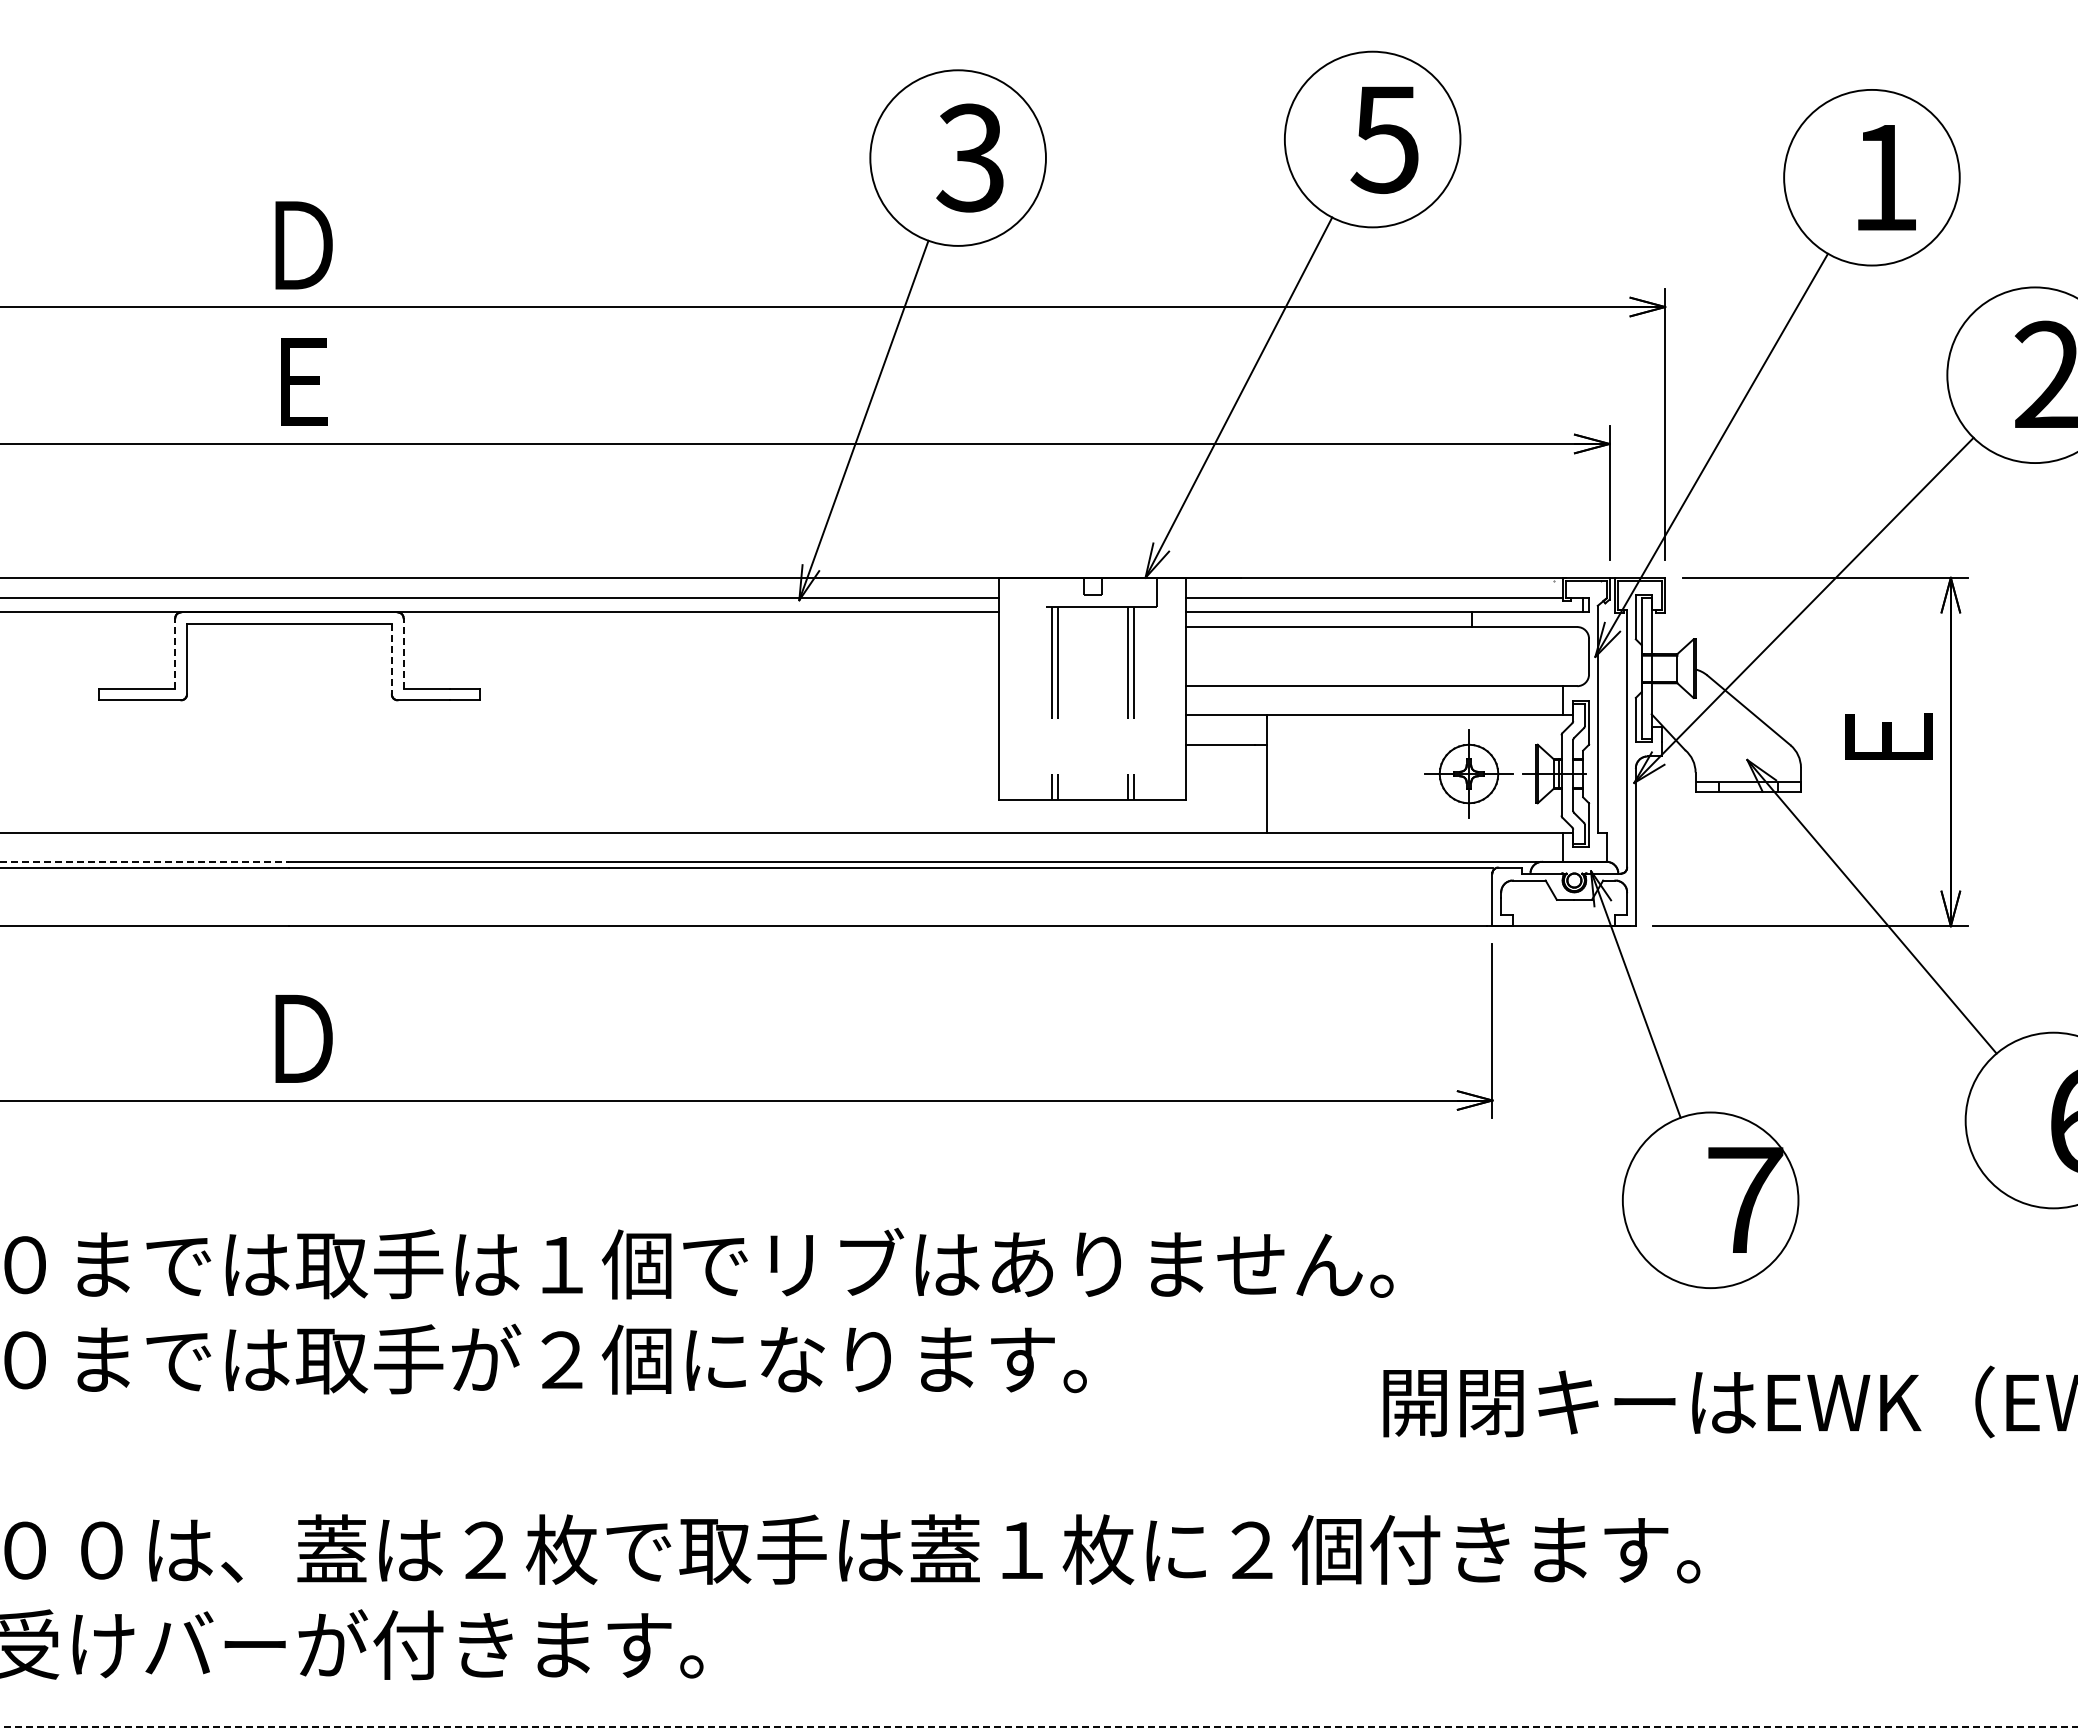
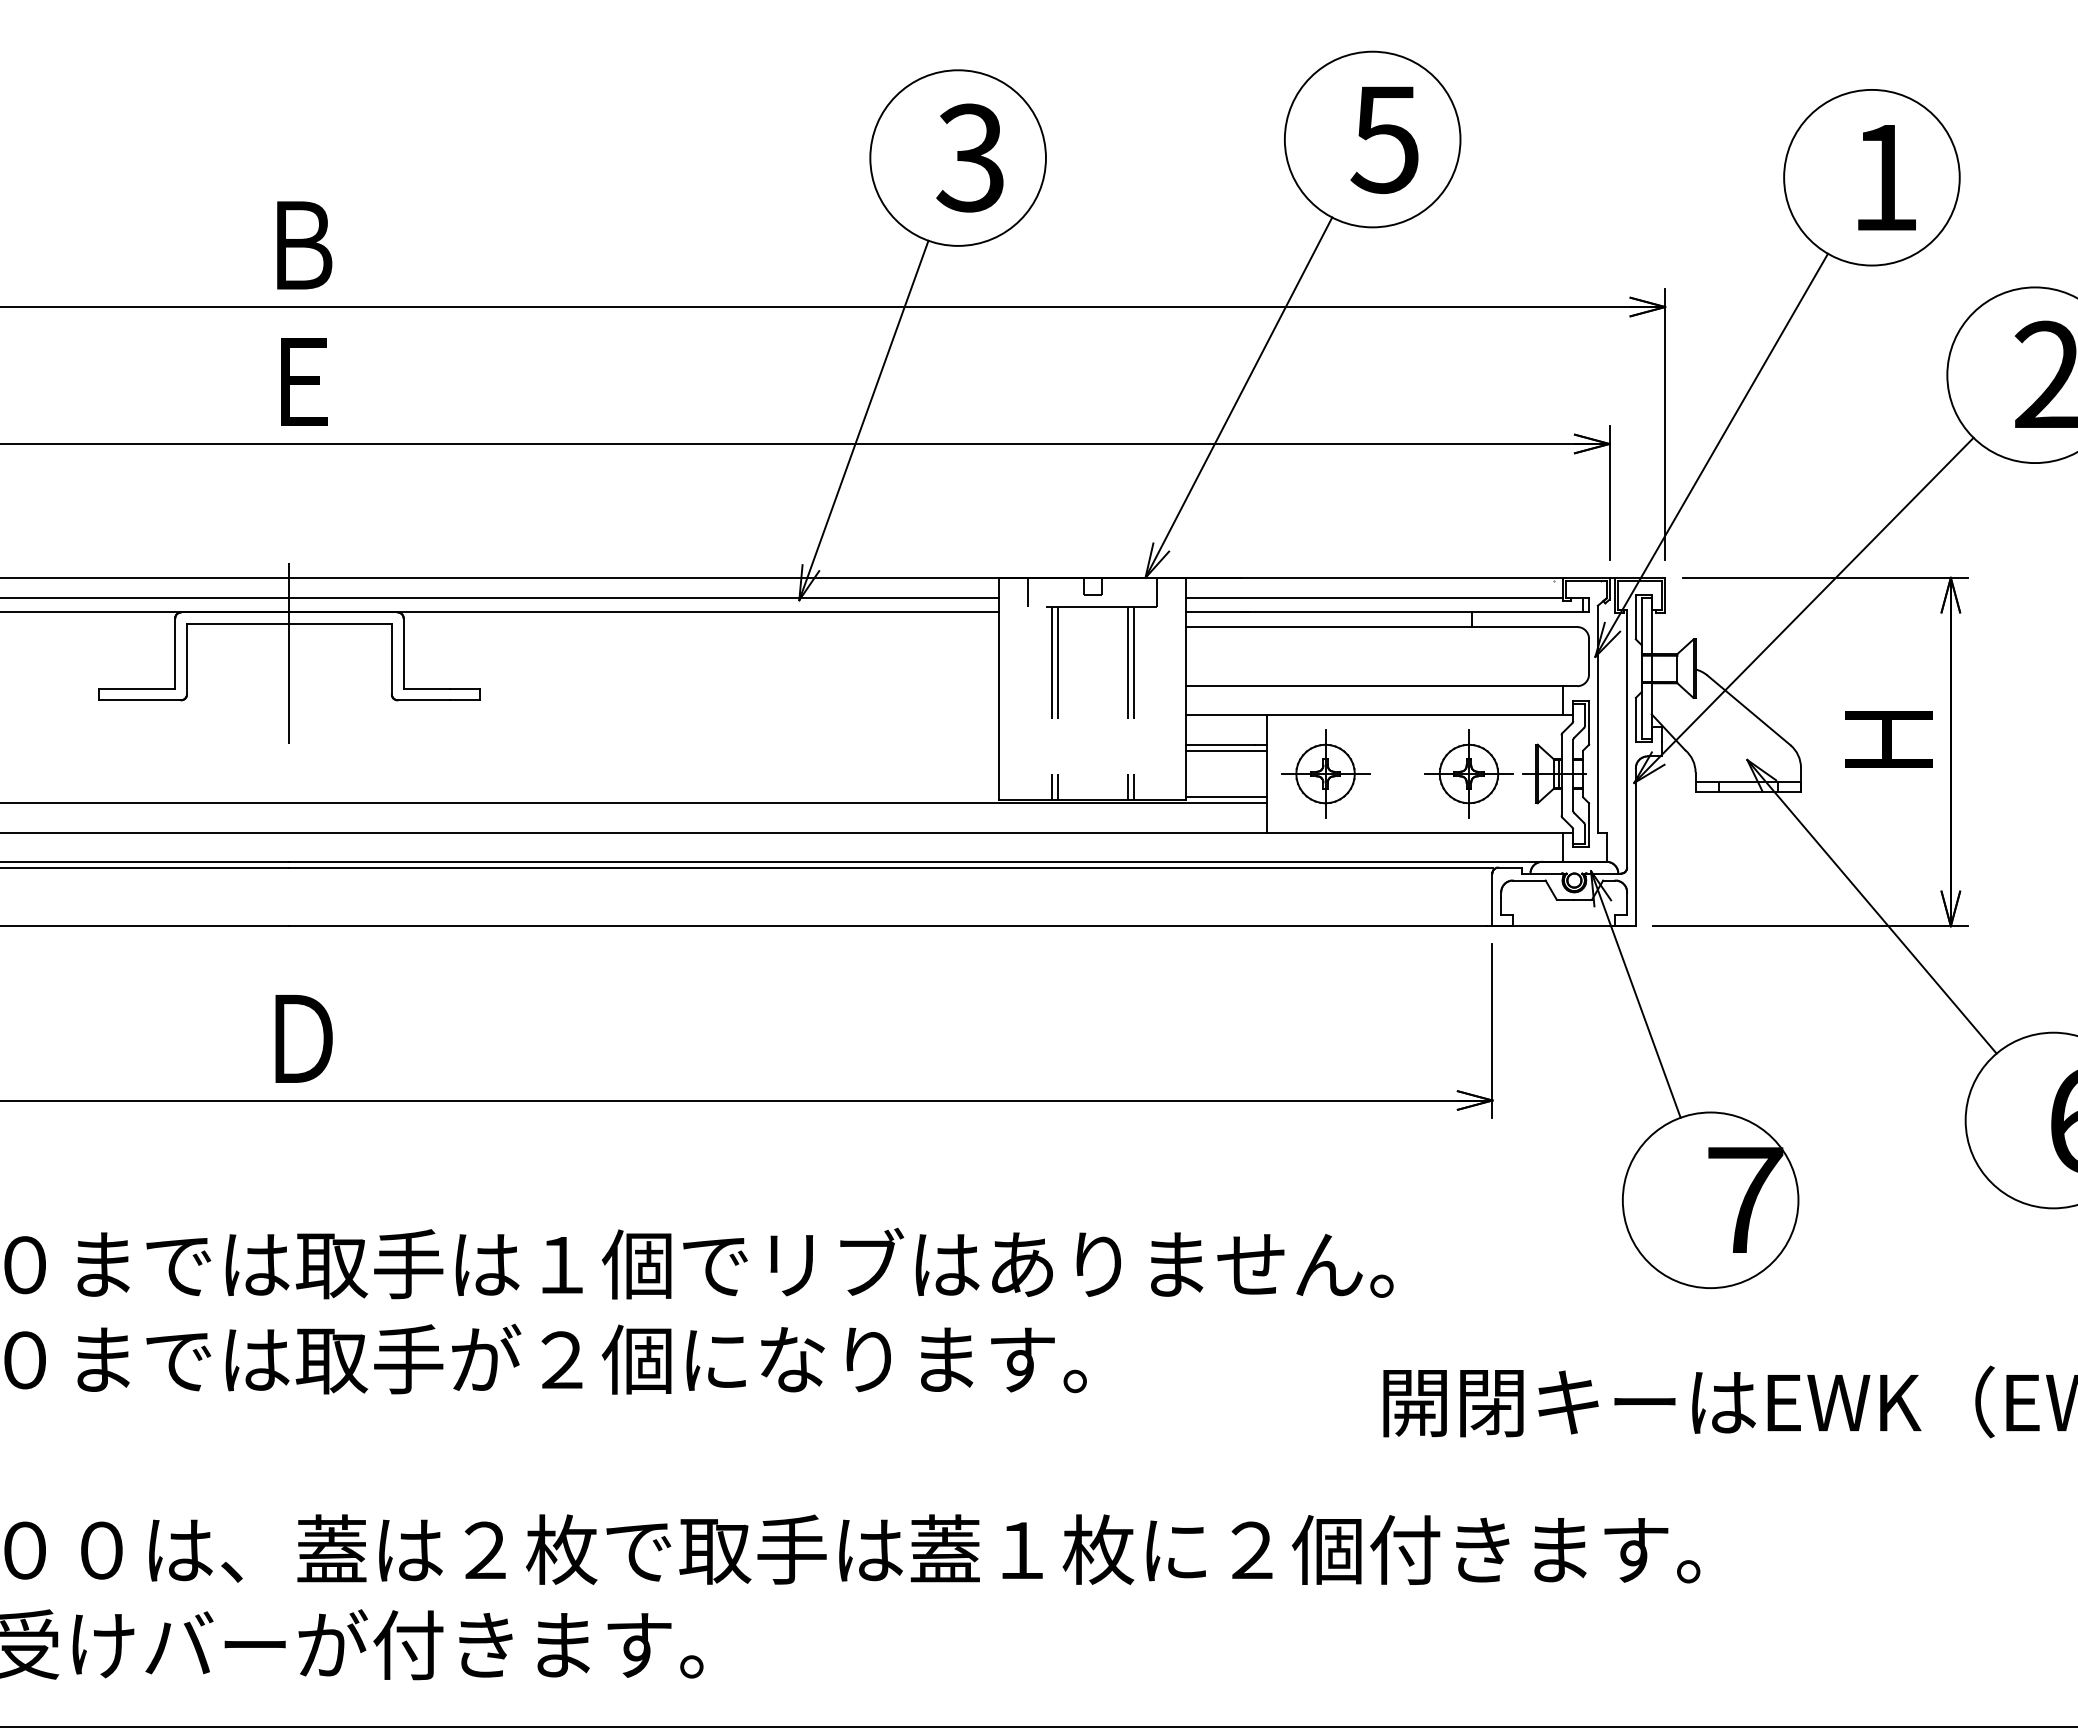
text at (303, 245): Ｄ -> Ｂ
line at (1028, 592): none -> present
line at (175, 652): dashed -> solid
line at (403, 652): dashed -> solid
line at (289, 653): none -> present
line at (391, 659): dashed -> solid
text at (1888, 739): Ｅ -> Ｈ
line at (1226, 750): none -> present
part at (1325, 773): none -> present
line at (1226, 797): none -> present
line at (634, 803): none -> present
line at (145, 861): dashed -> solid
line at (1038, 1727): dashed -> solid
